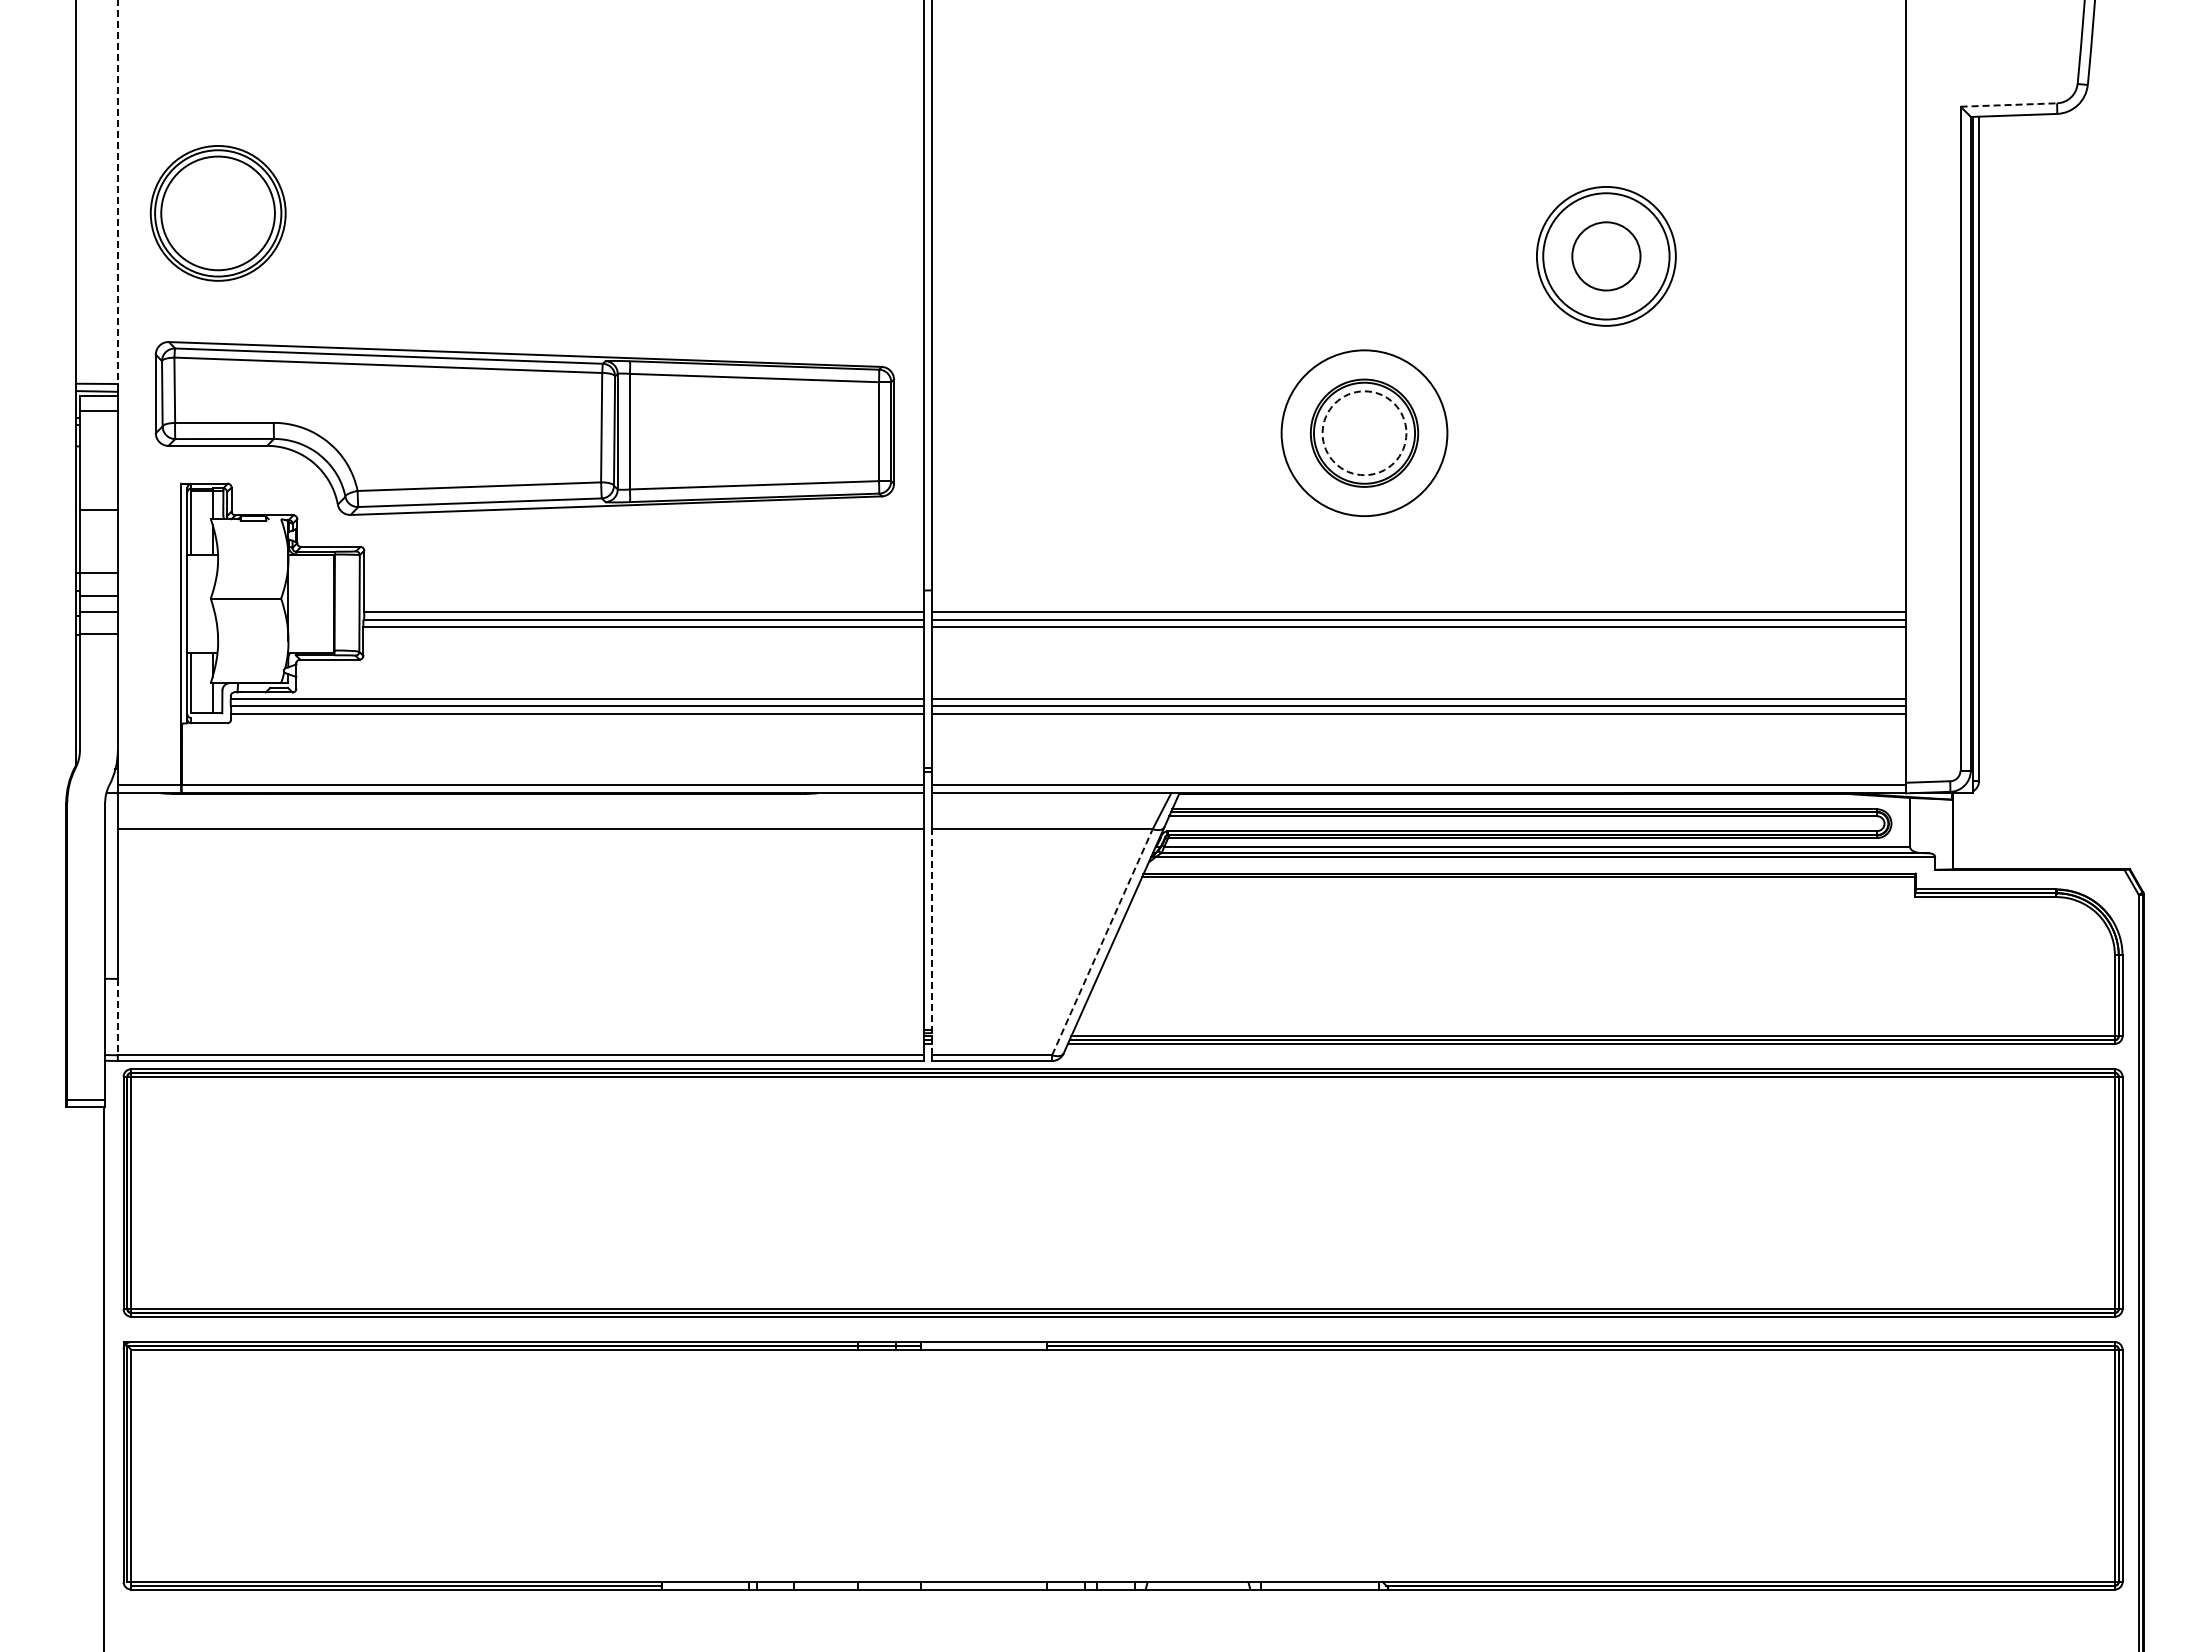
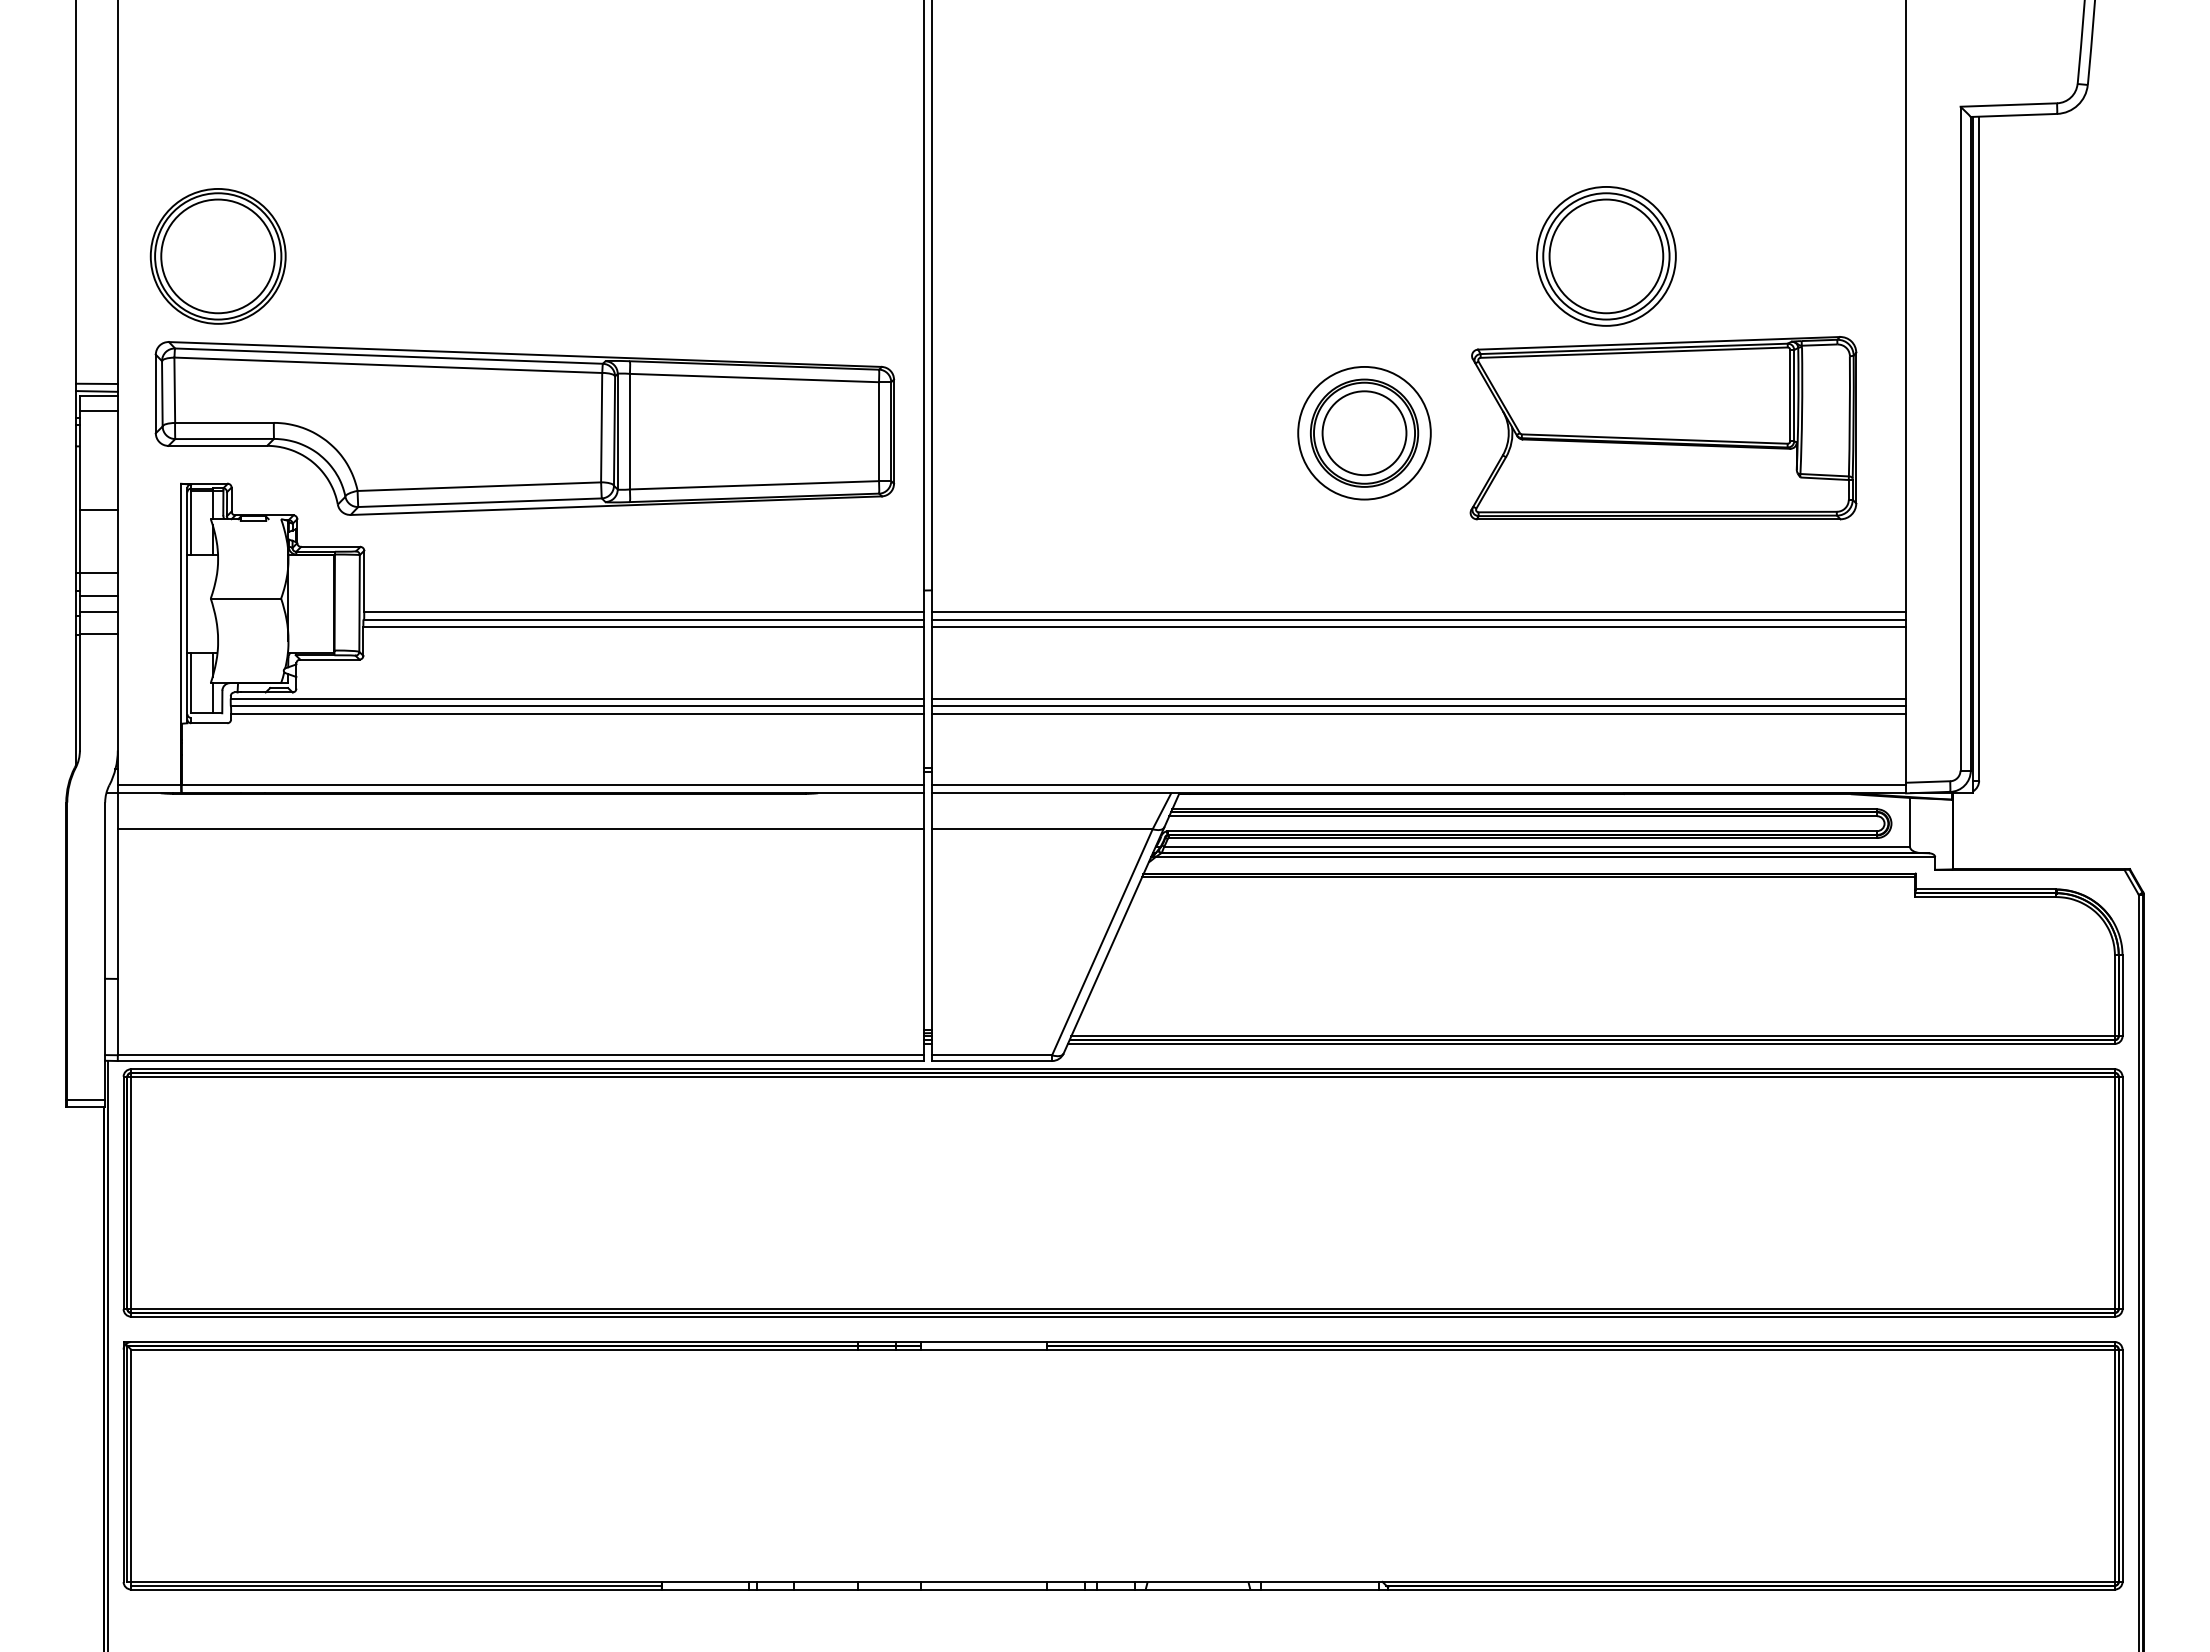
line at (2009, 105): dashed -> solid
line at (117, 192): dashed -> solid
part at (217, 213) position: (217, 213) -> (217, 256)
circle at (1606, 256) diameter: 68 px -> 114 px
part at (1663, 428): none -> present
circle at (1364, 433) diameter: 166 px -> 133 px
circle at (1364, 433): dashed -> solid
line at (931, 942): dashed -> solid
line at (1102, 942): dashed -> solid
line at (117, 1017): dashed -> solid
line at (108, 1354): none -> present
